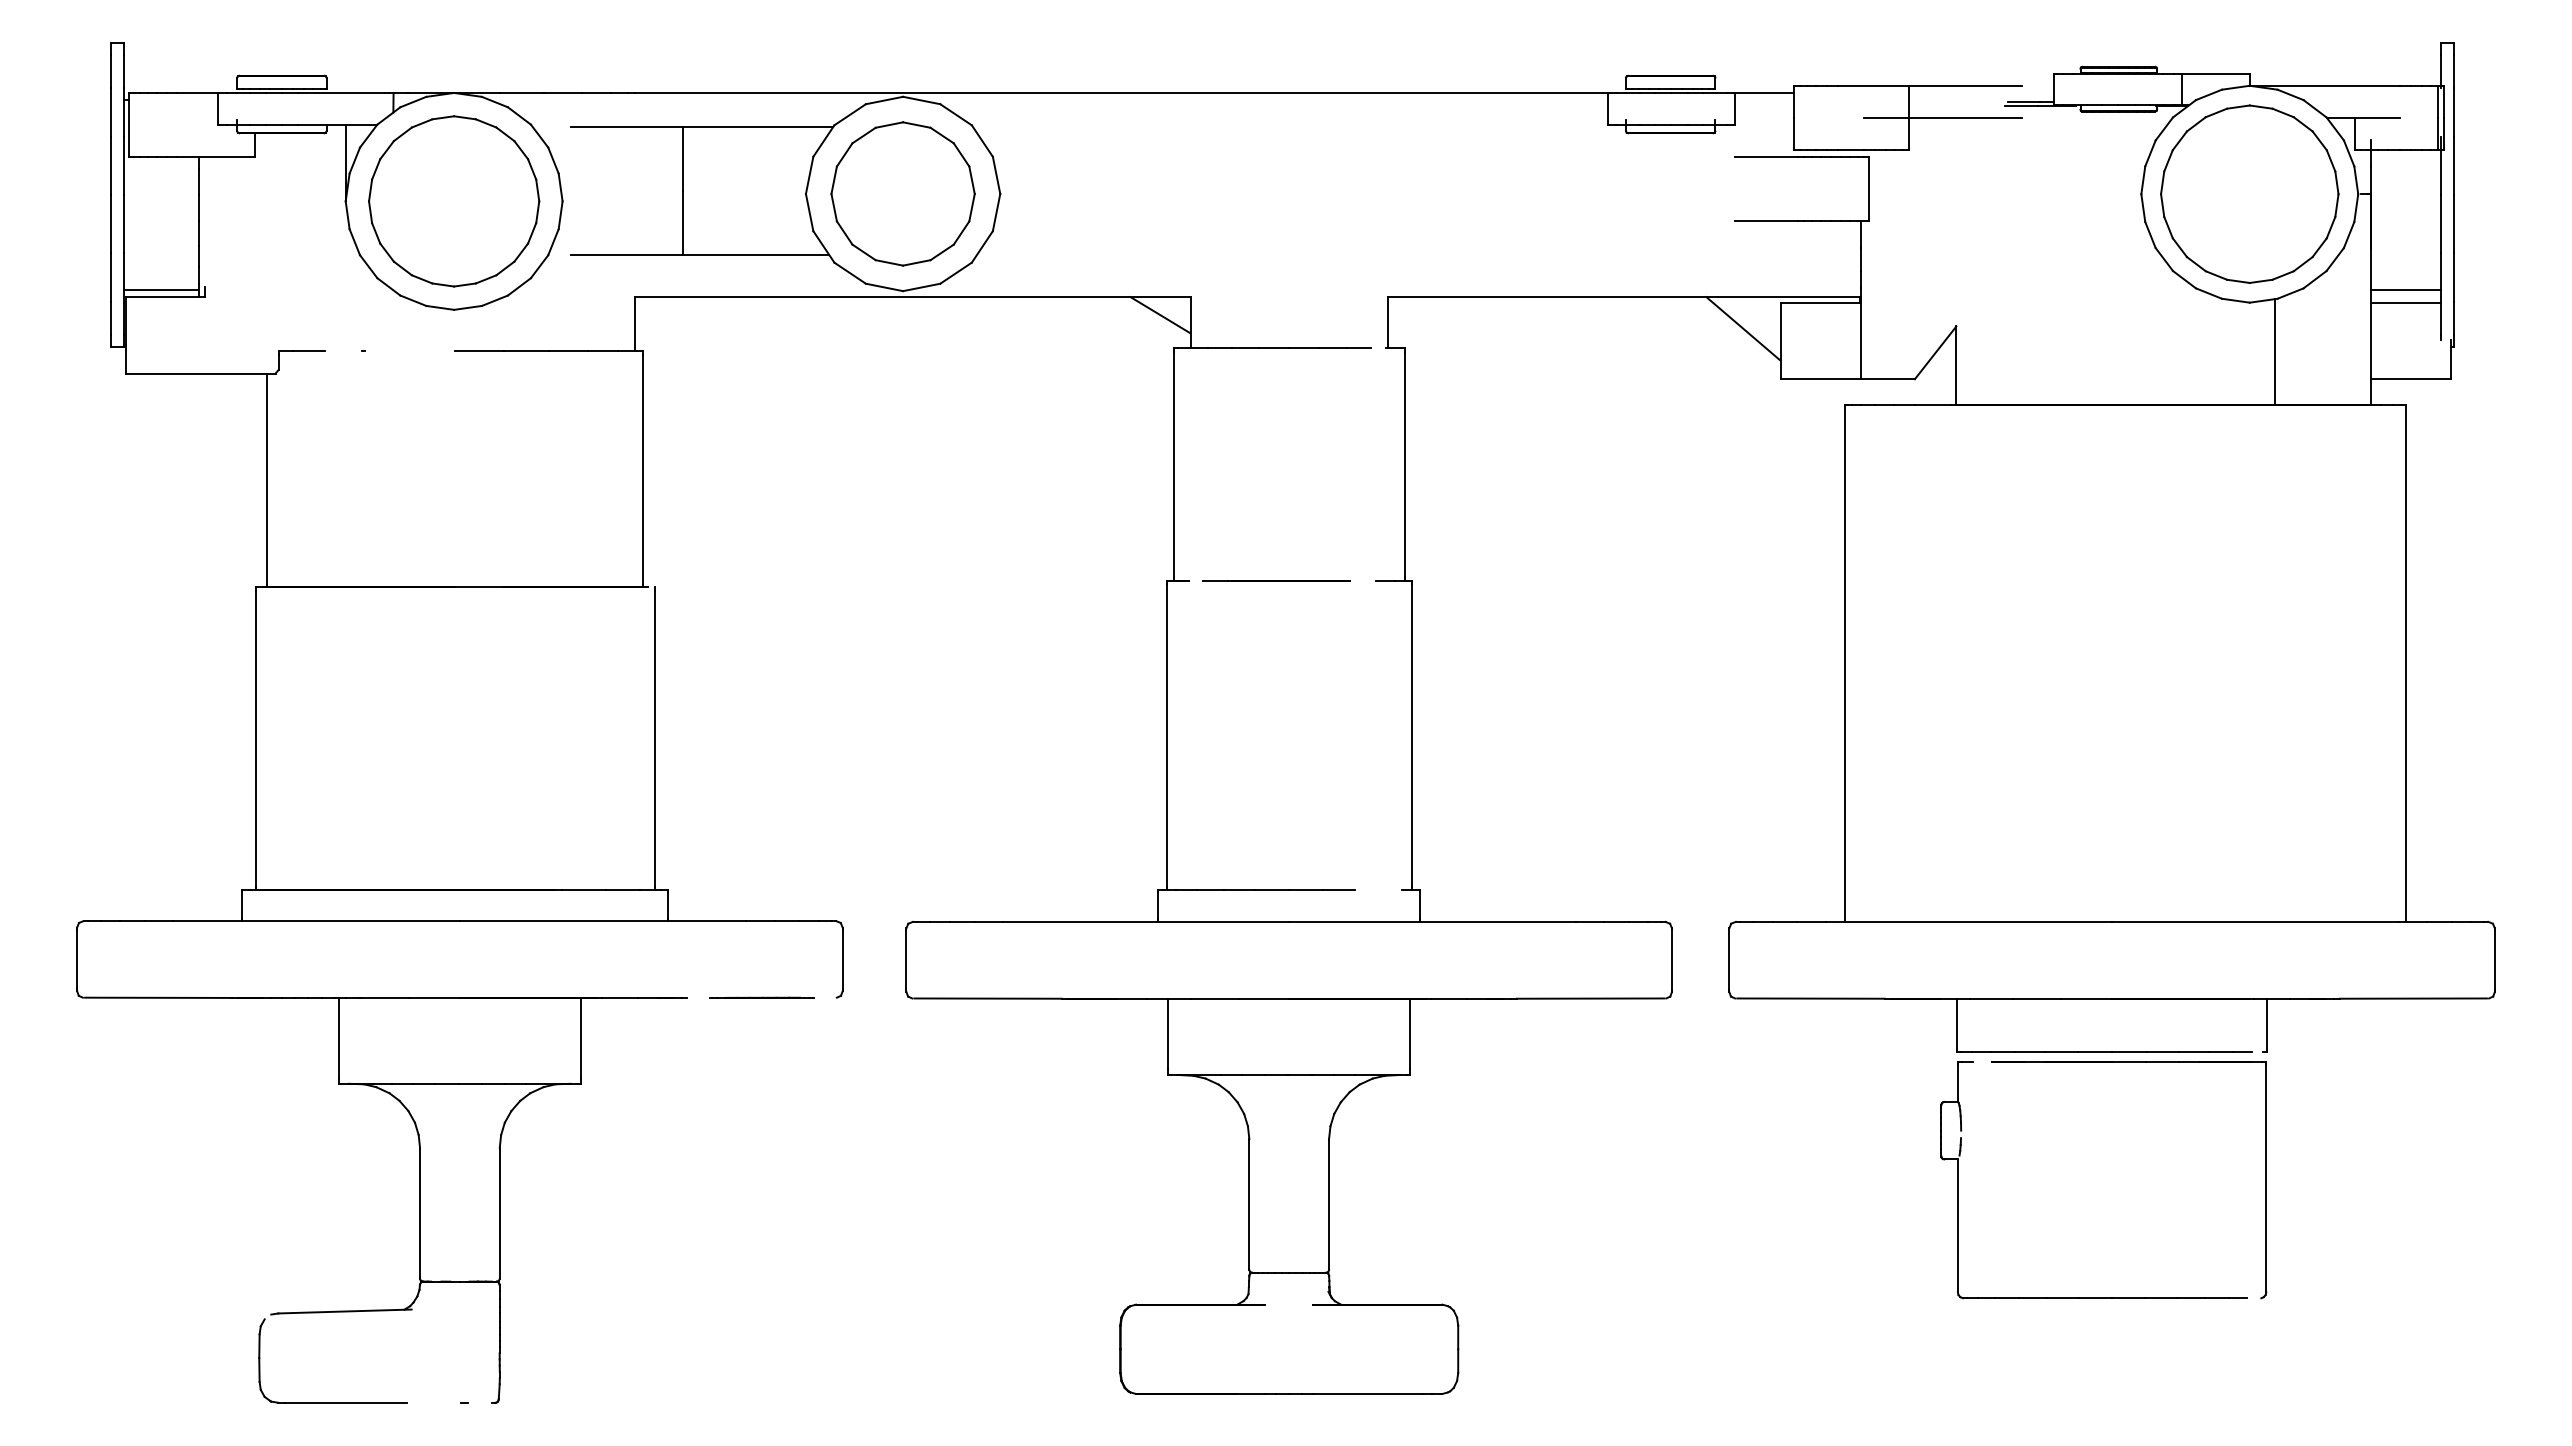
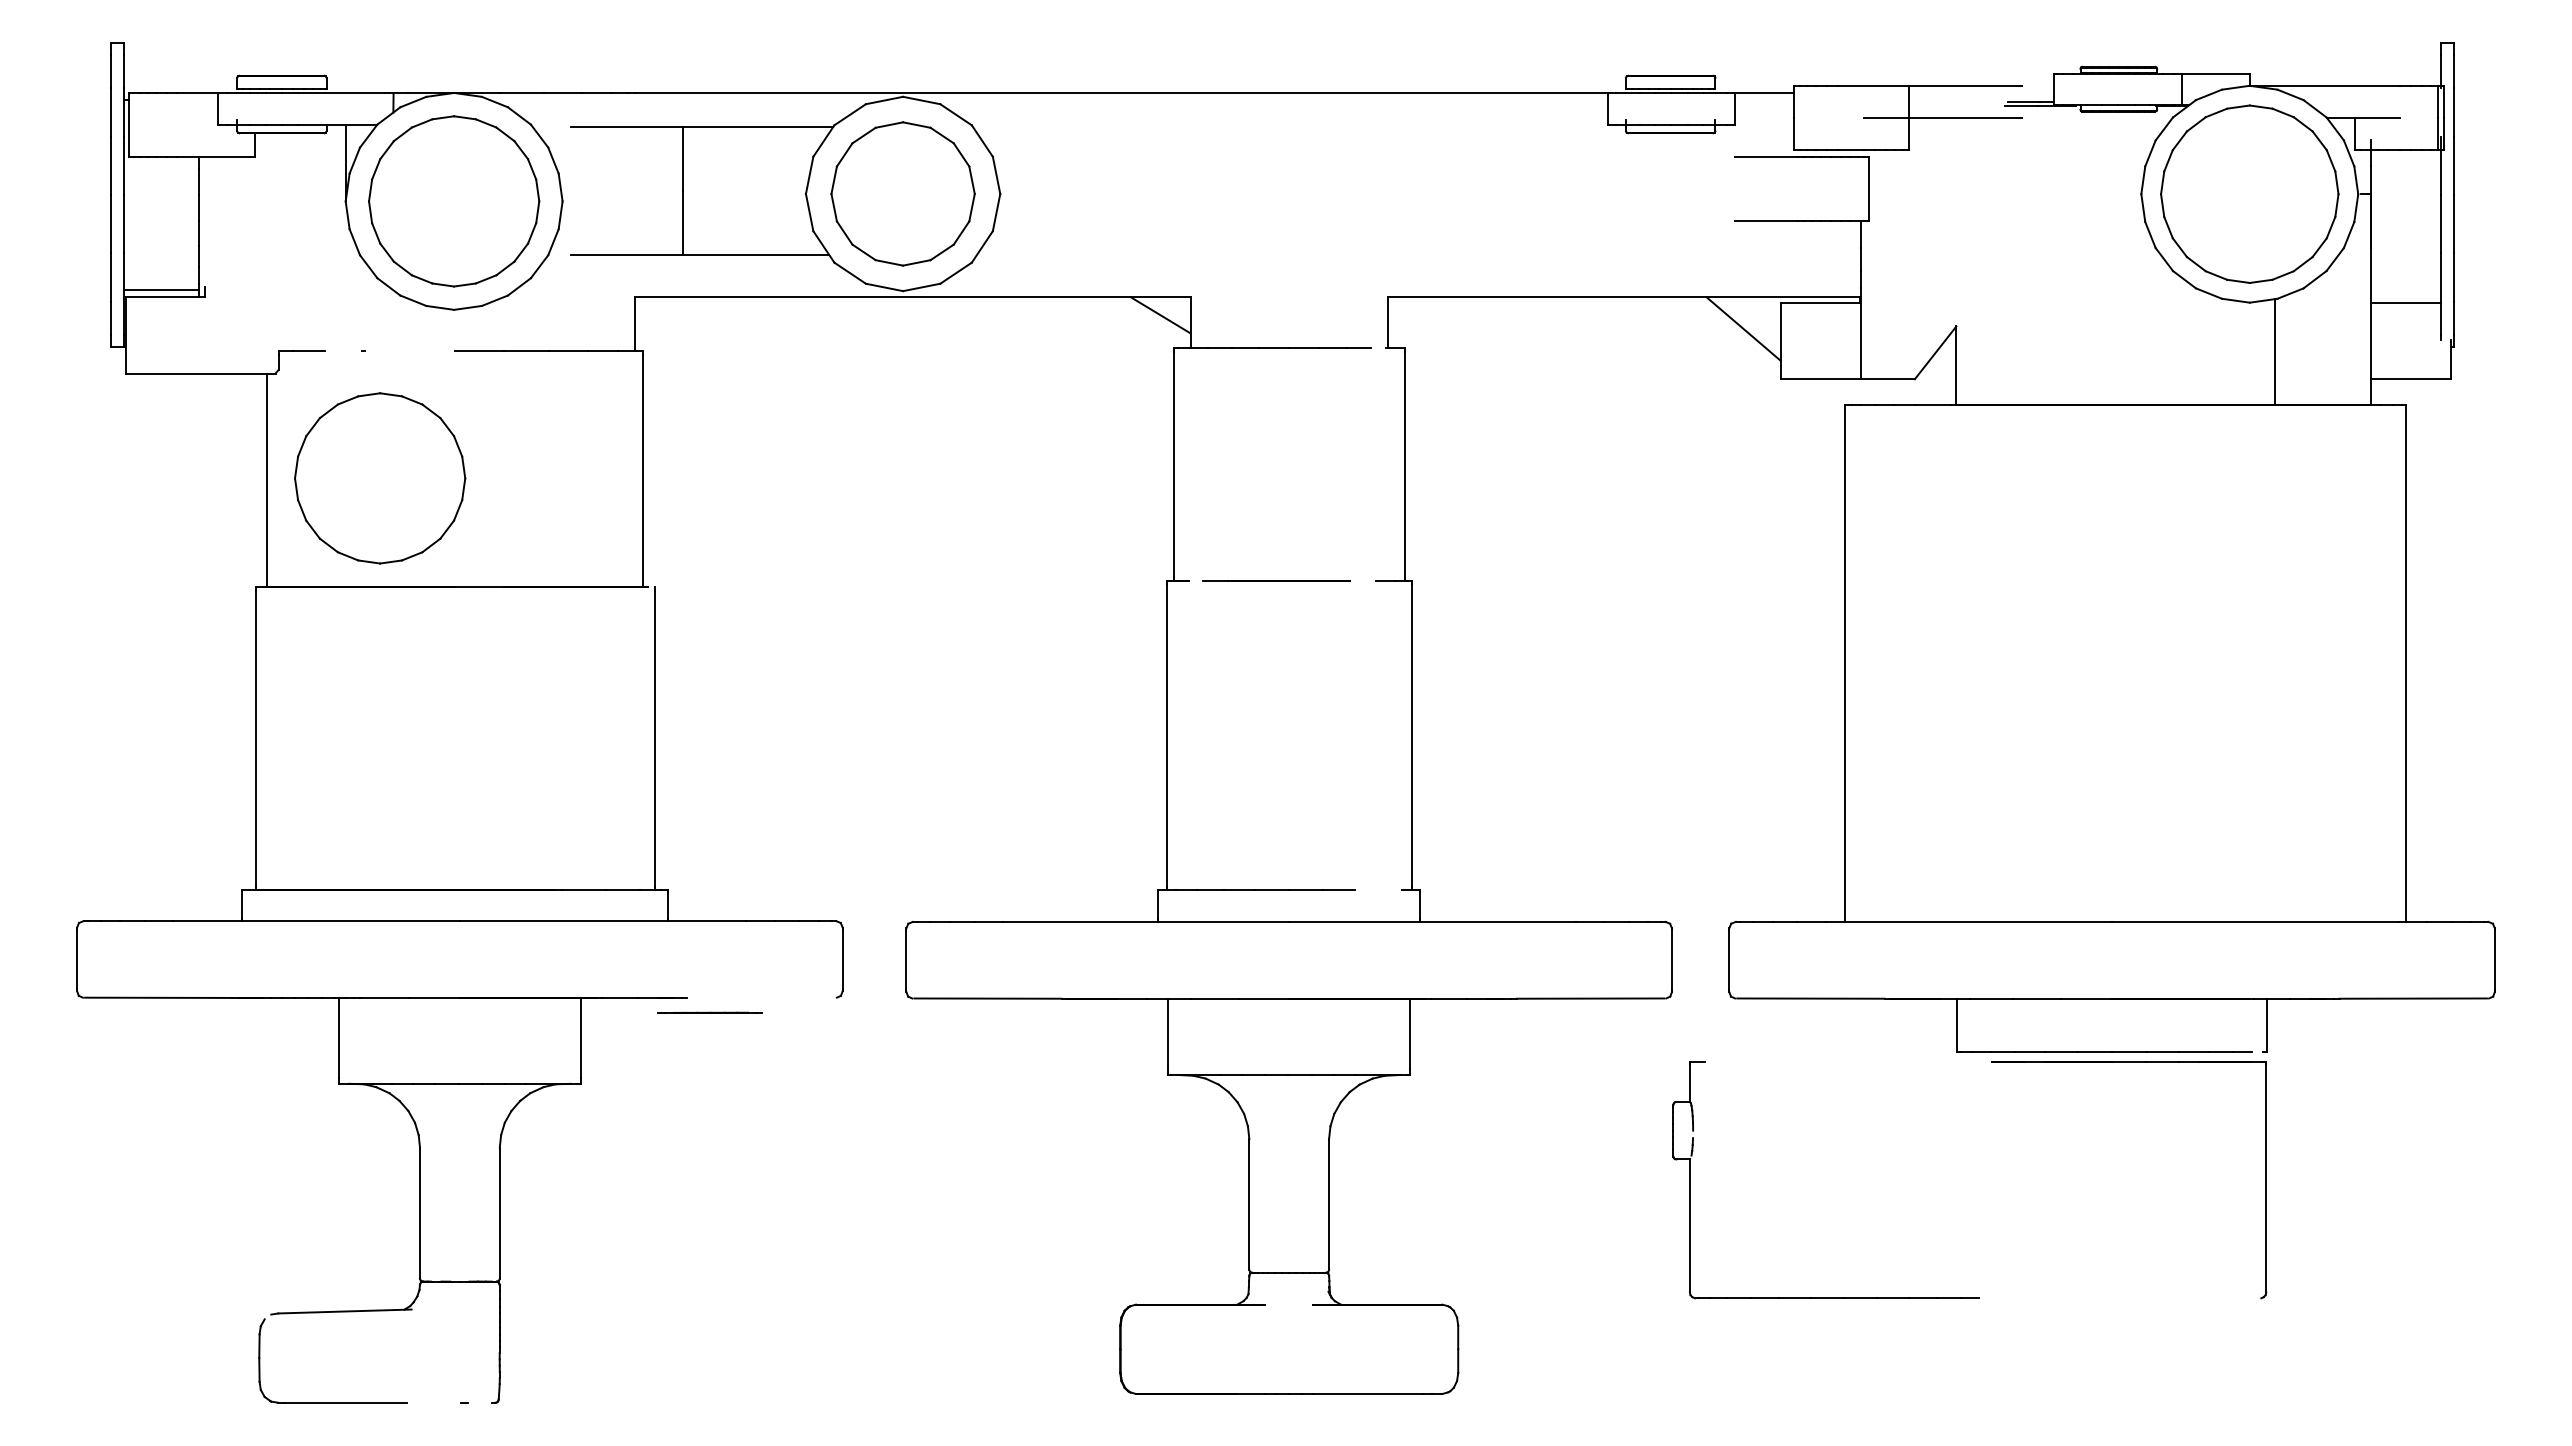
line at (2405, 289): present -> none
part at (380, 478): none -> present
line at (761, 997) position: (761, 997) -> (709, 1012)
part at (2093, 1297) position: (2093, 1297) -> (1825, 1297)
